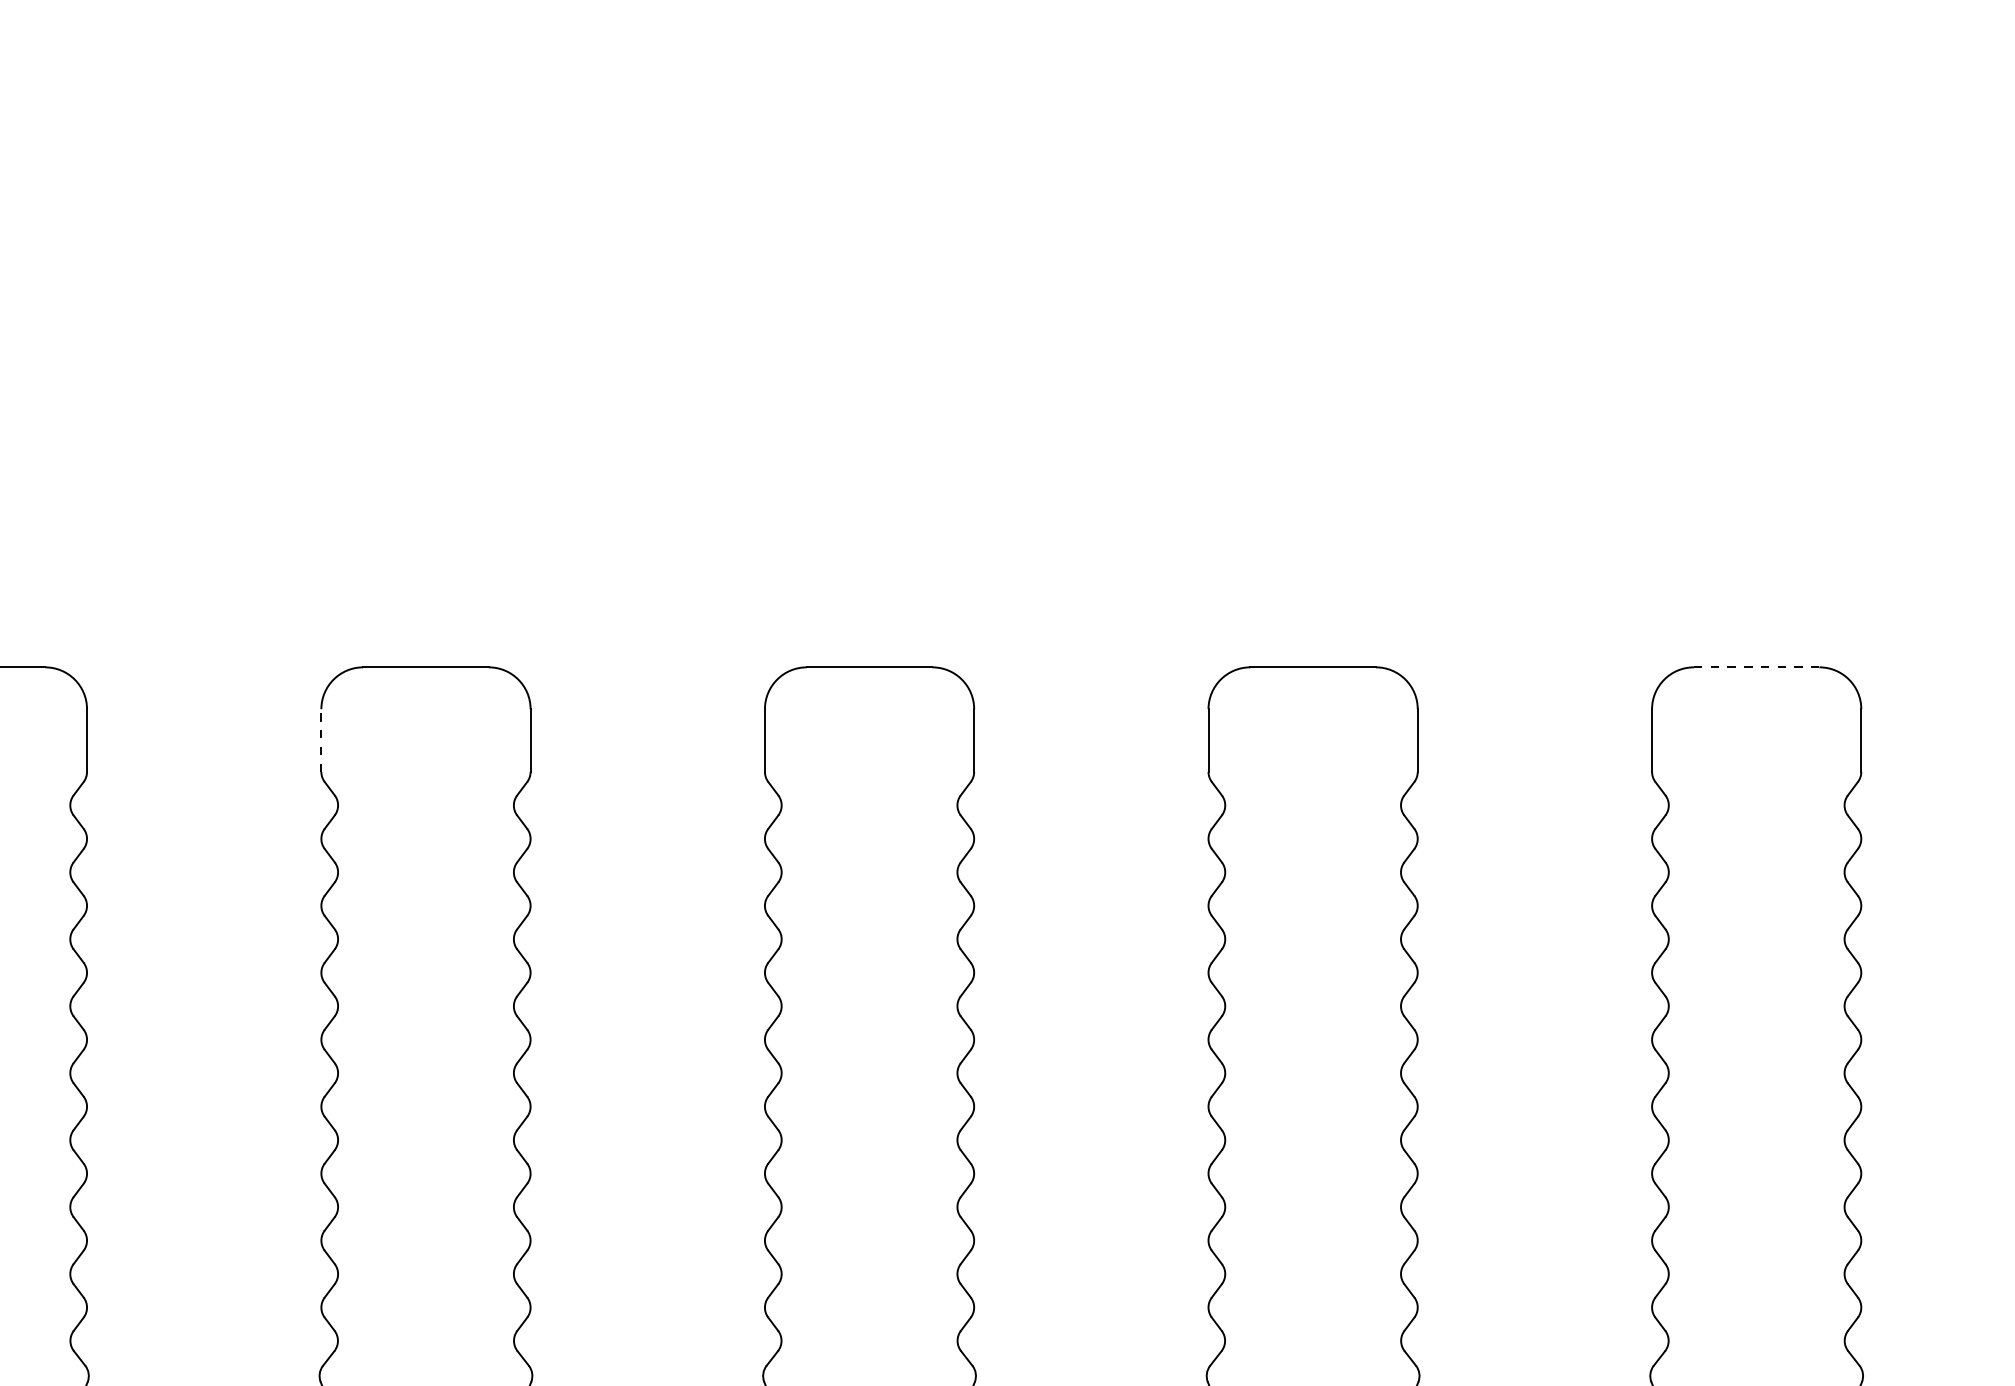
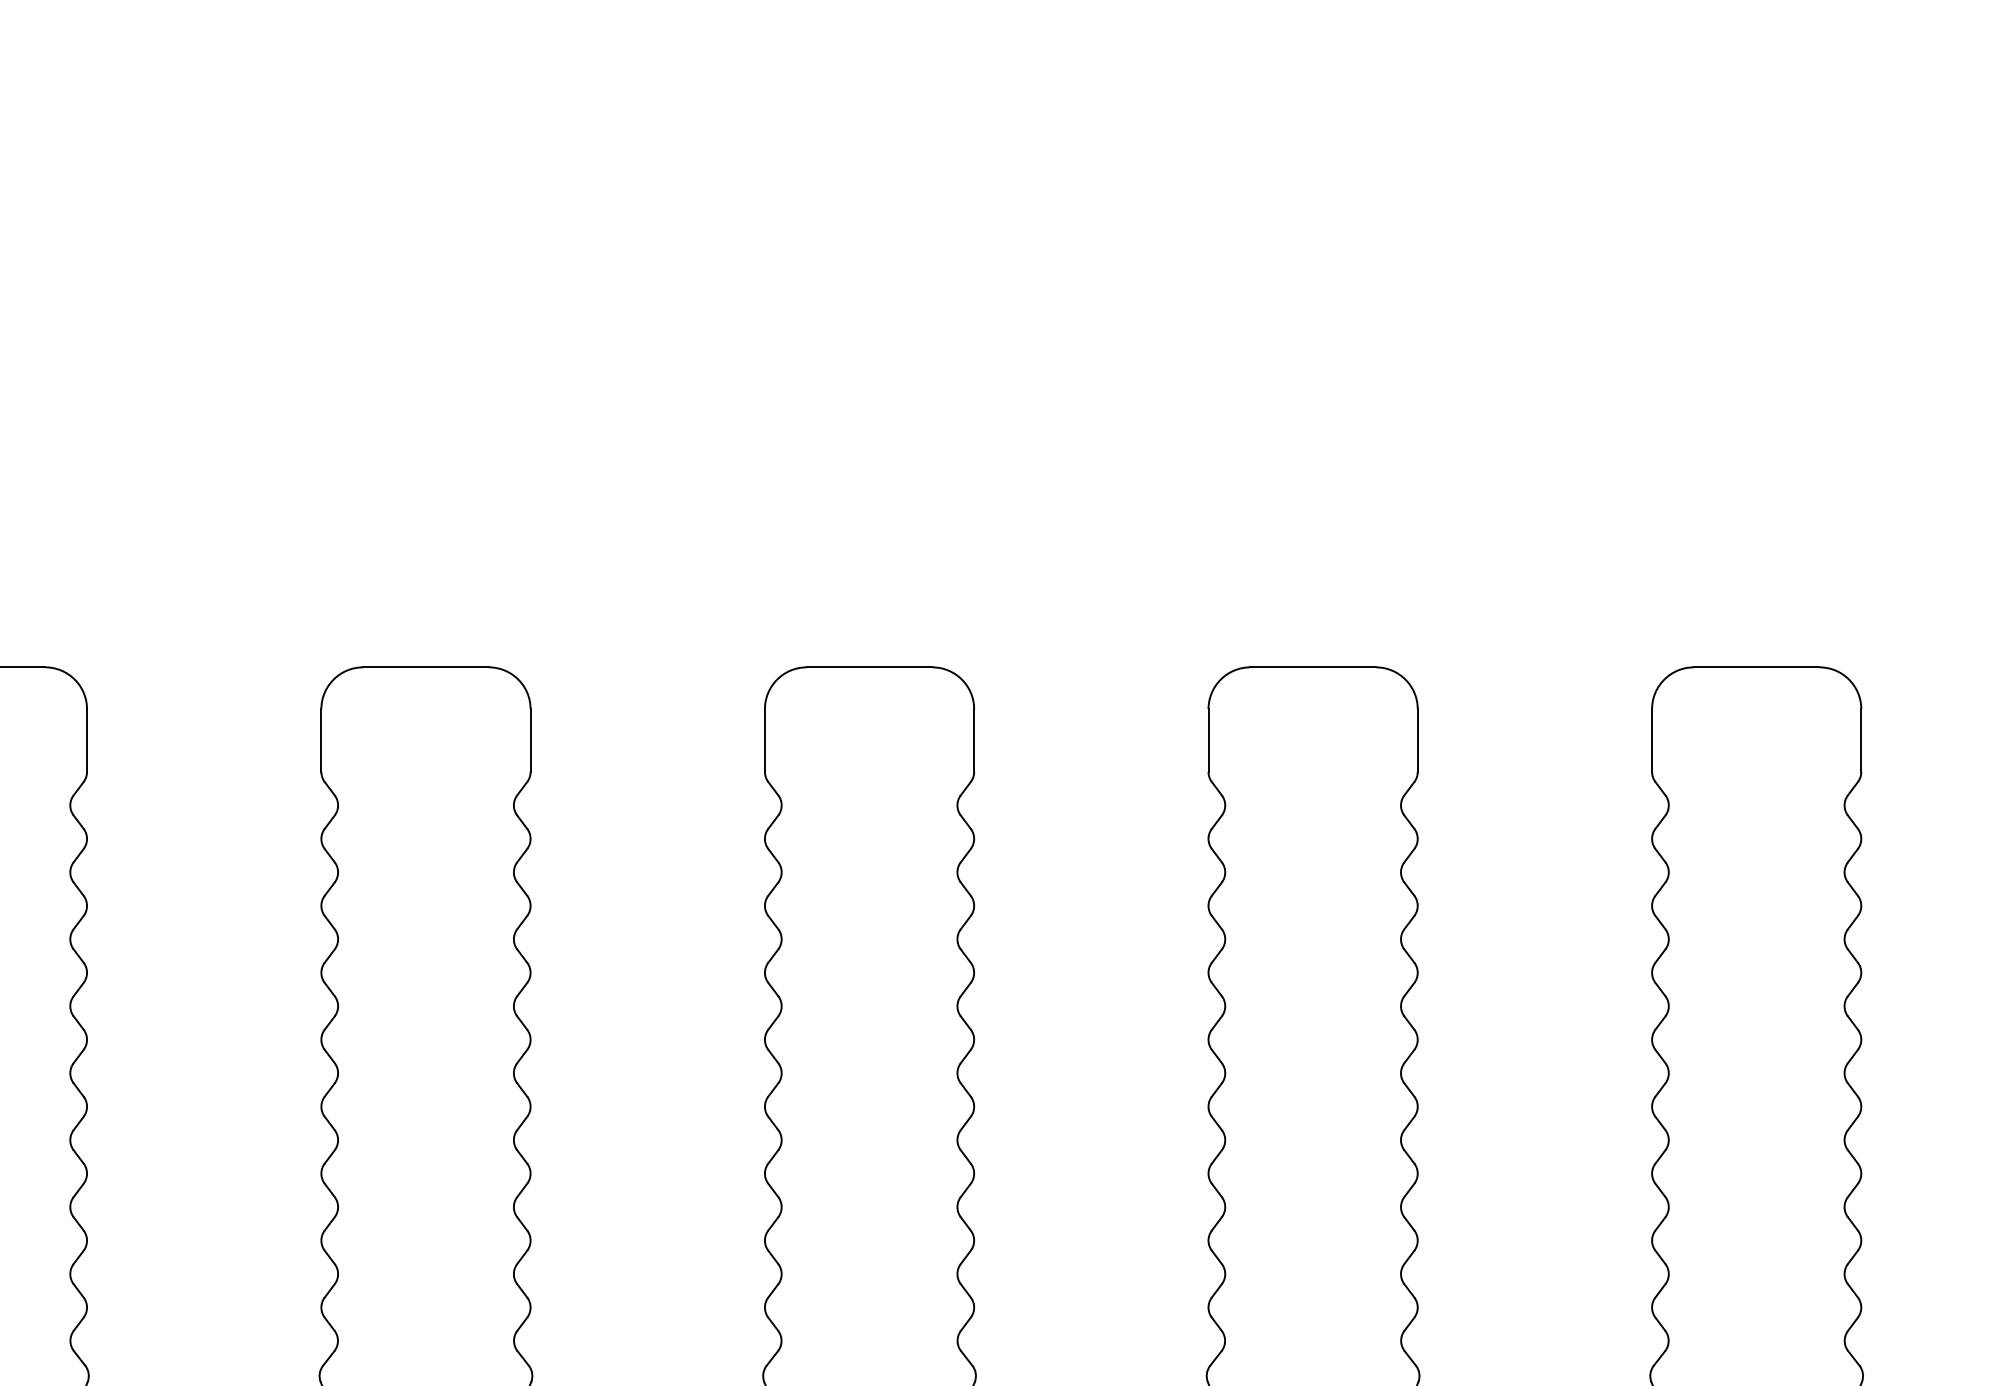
line at (1756, 667): dashed -> solid
line at (321, 740): dashed -> solid
